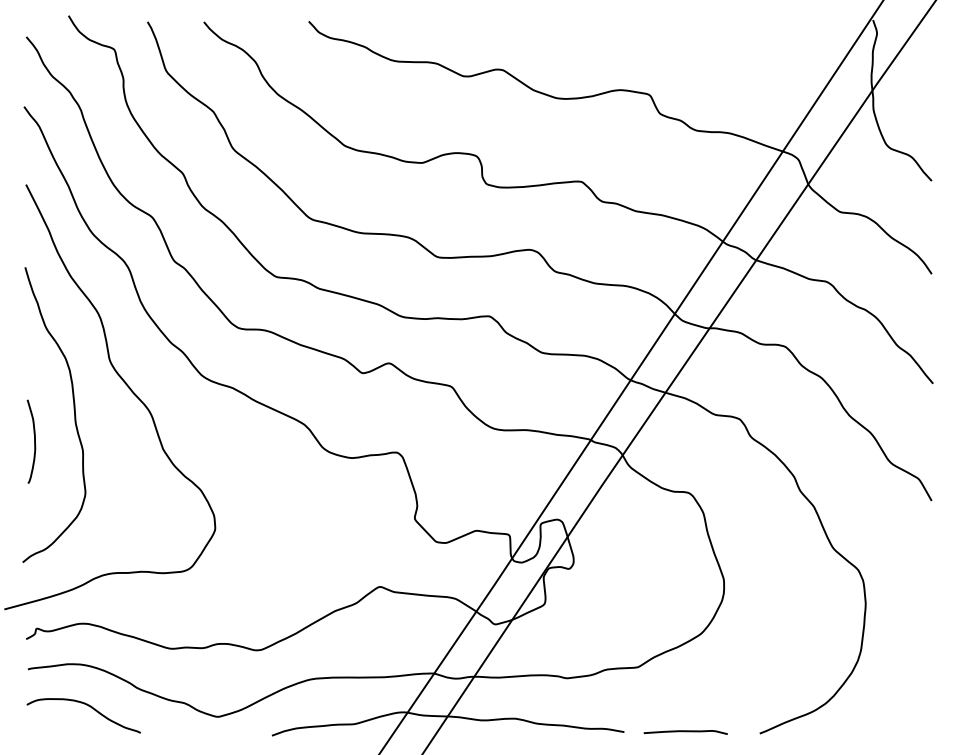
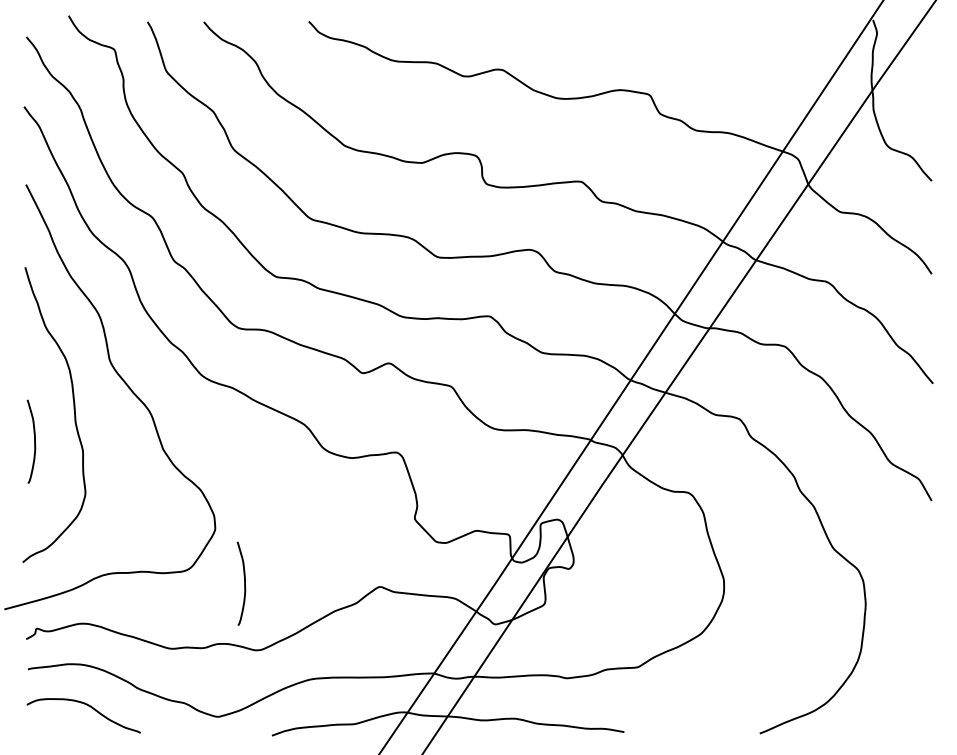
curve at (244, 583): none -> present
curve at (685, 732): present -> none
